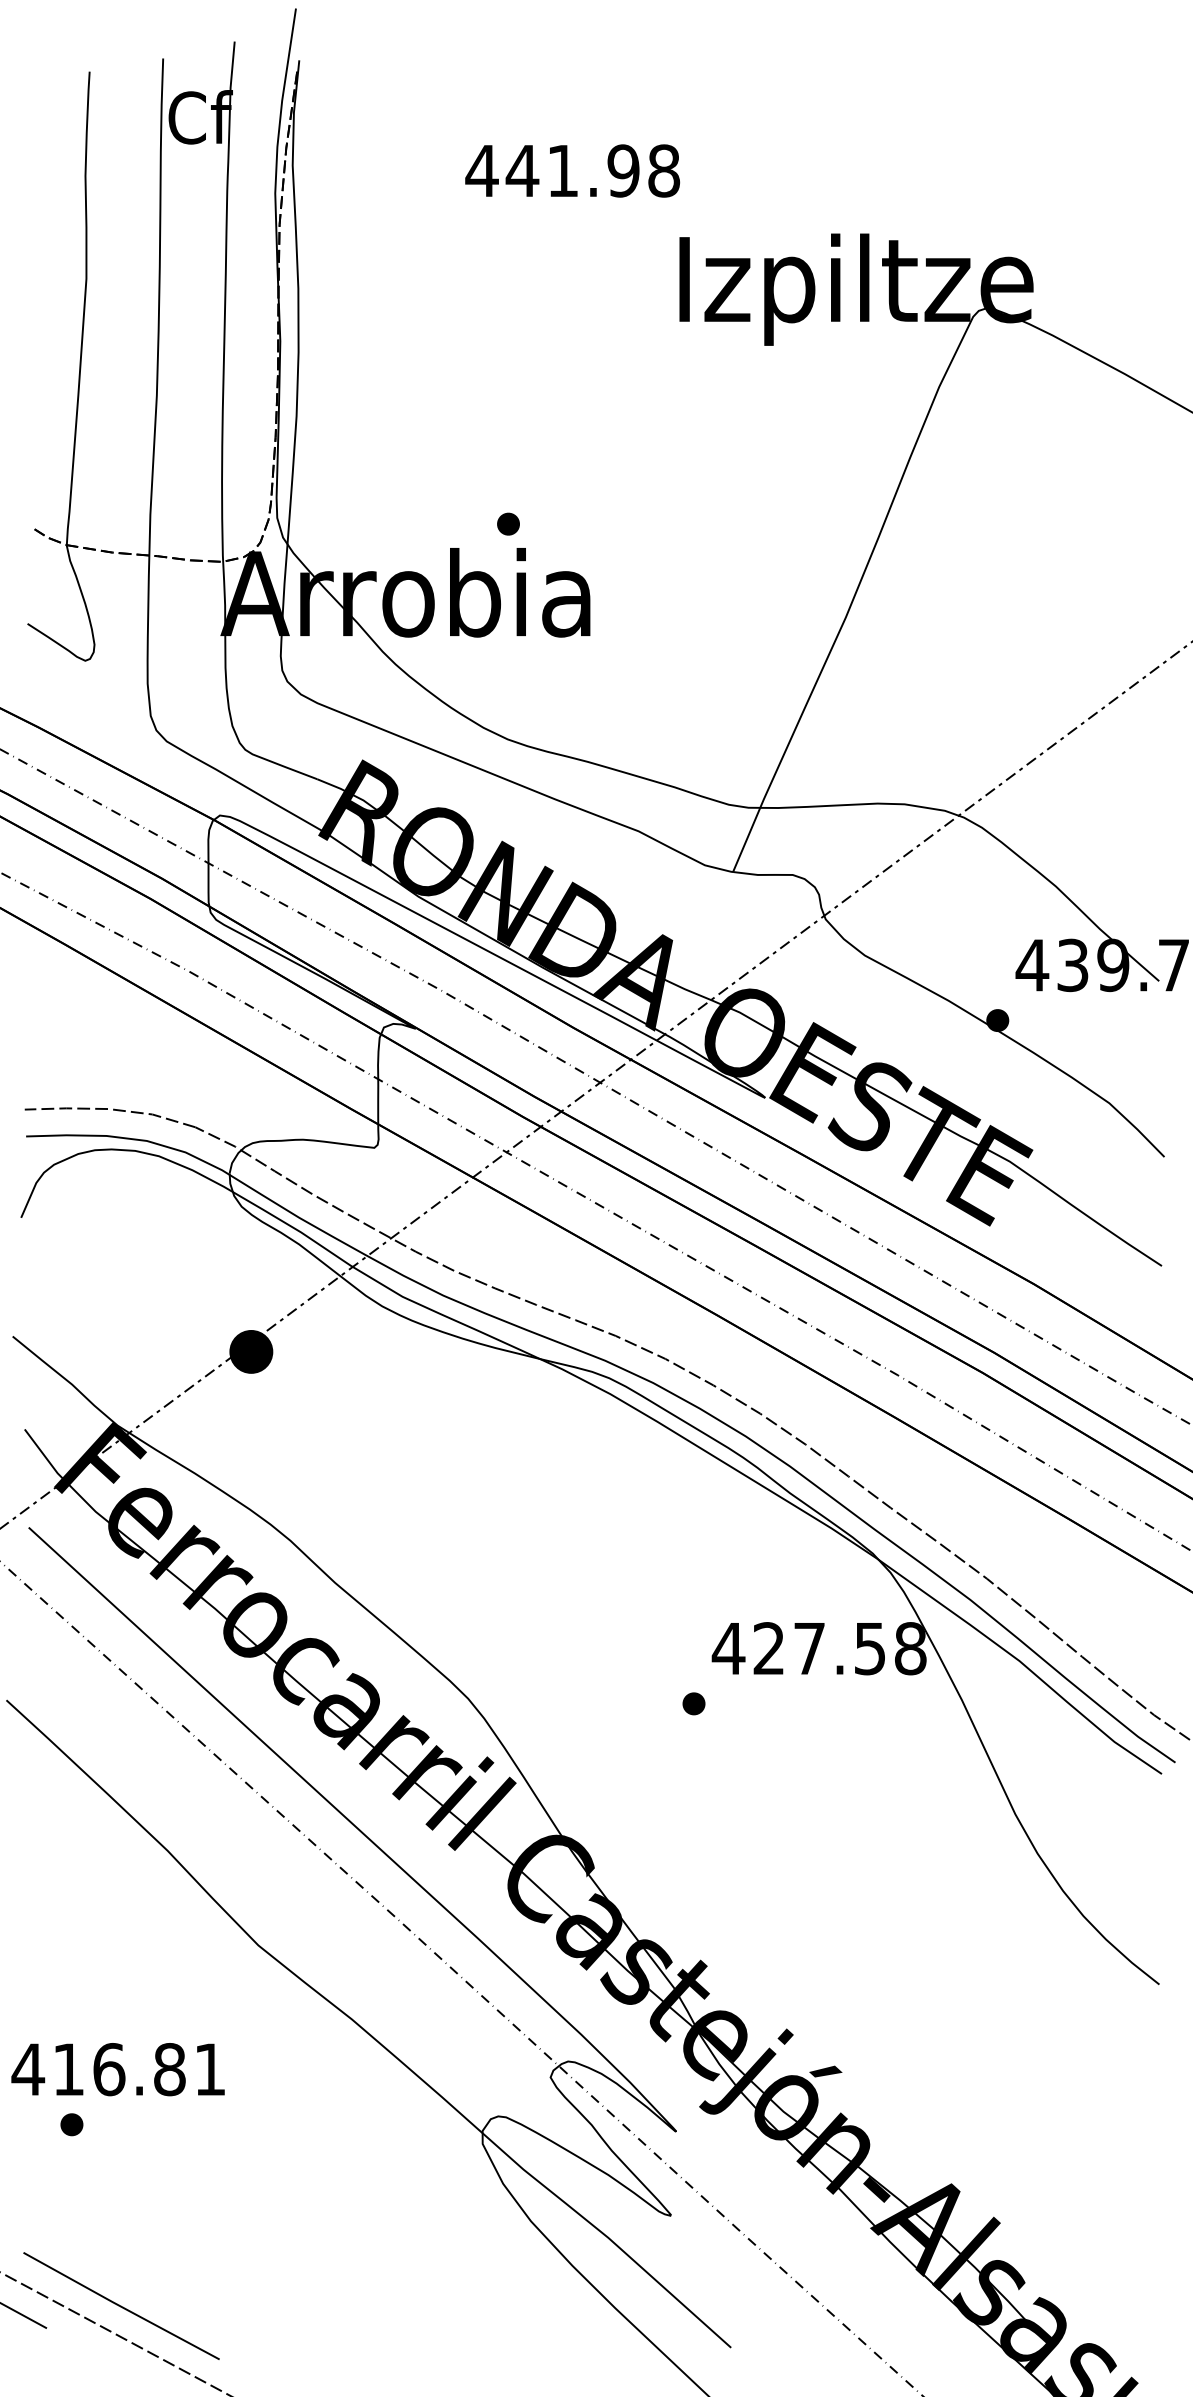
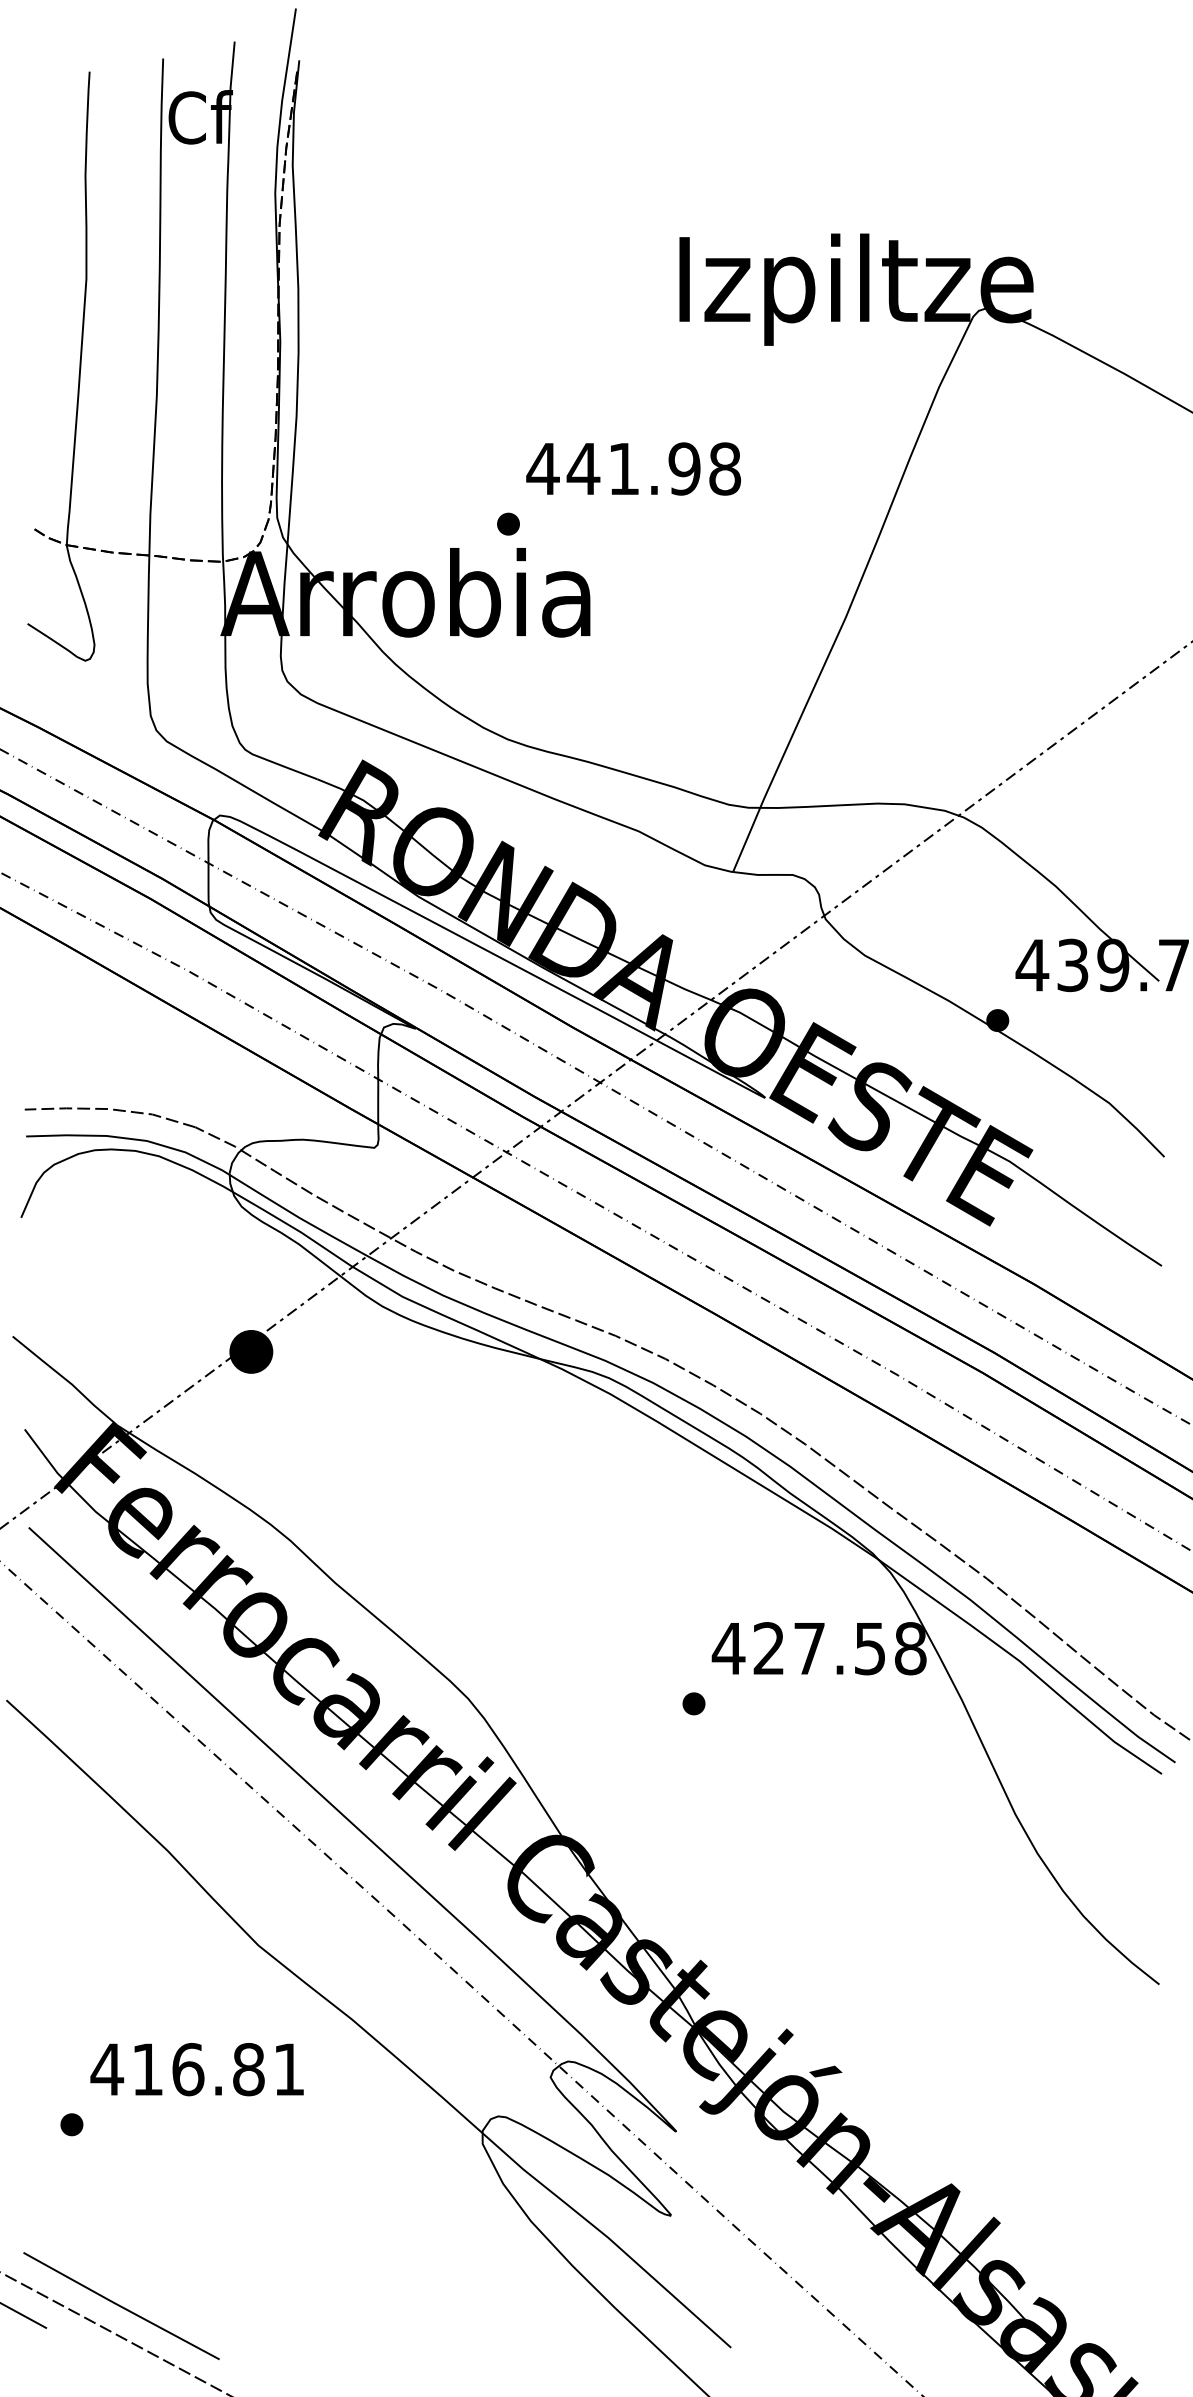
text at (572, 170) position: (572, 170) -> (633, 468)
text at (117, 2069) position: (117, 2069) -> (196, 2069)
